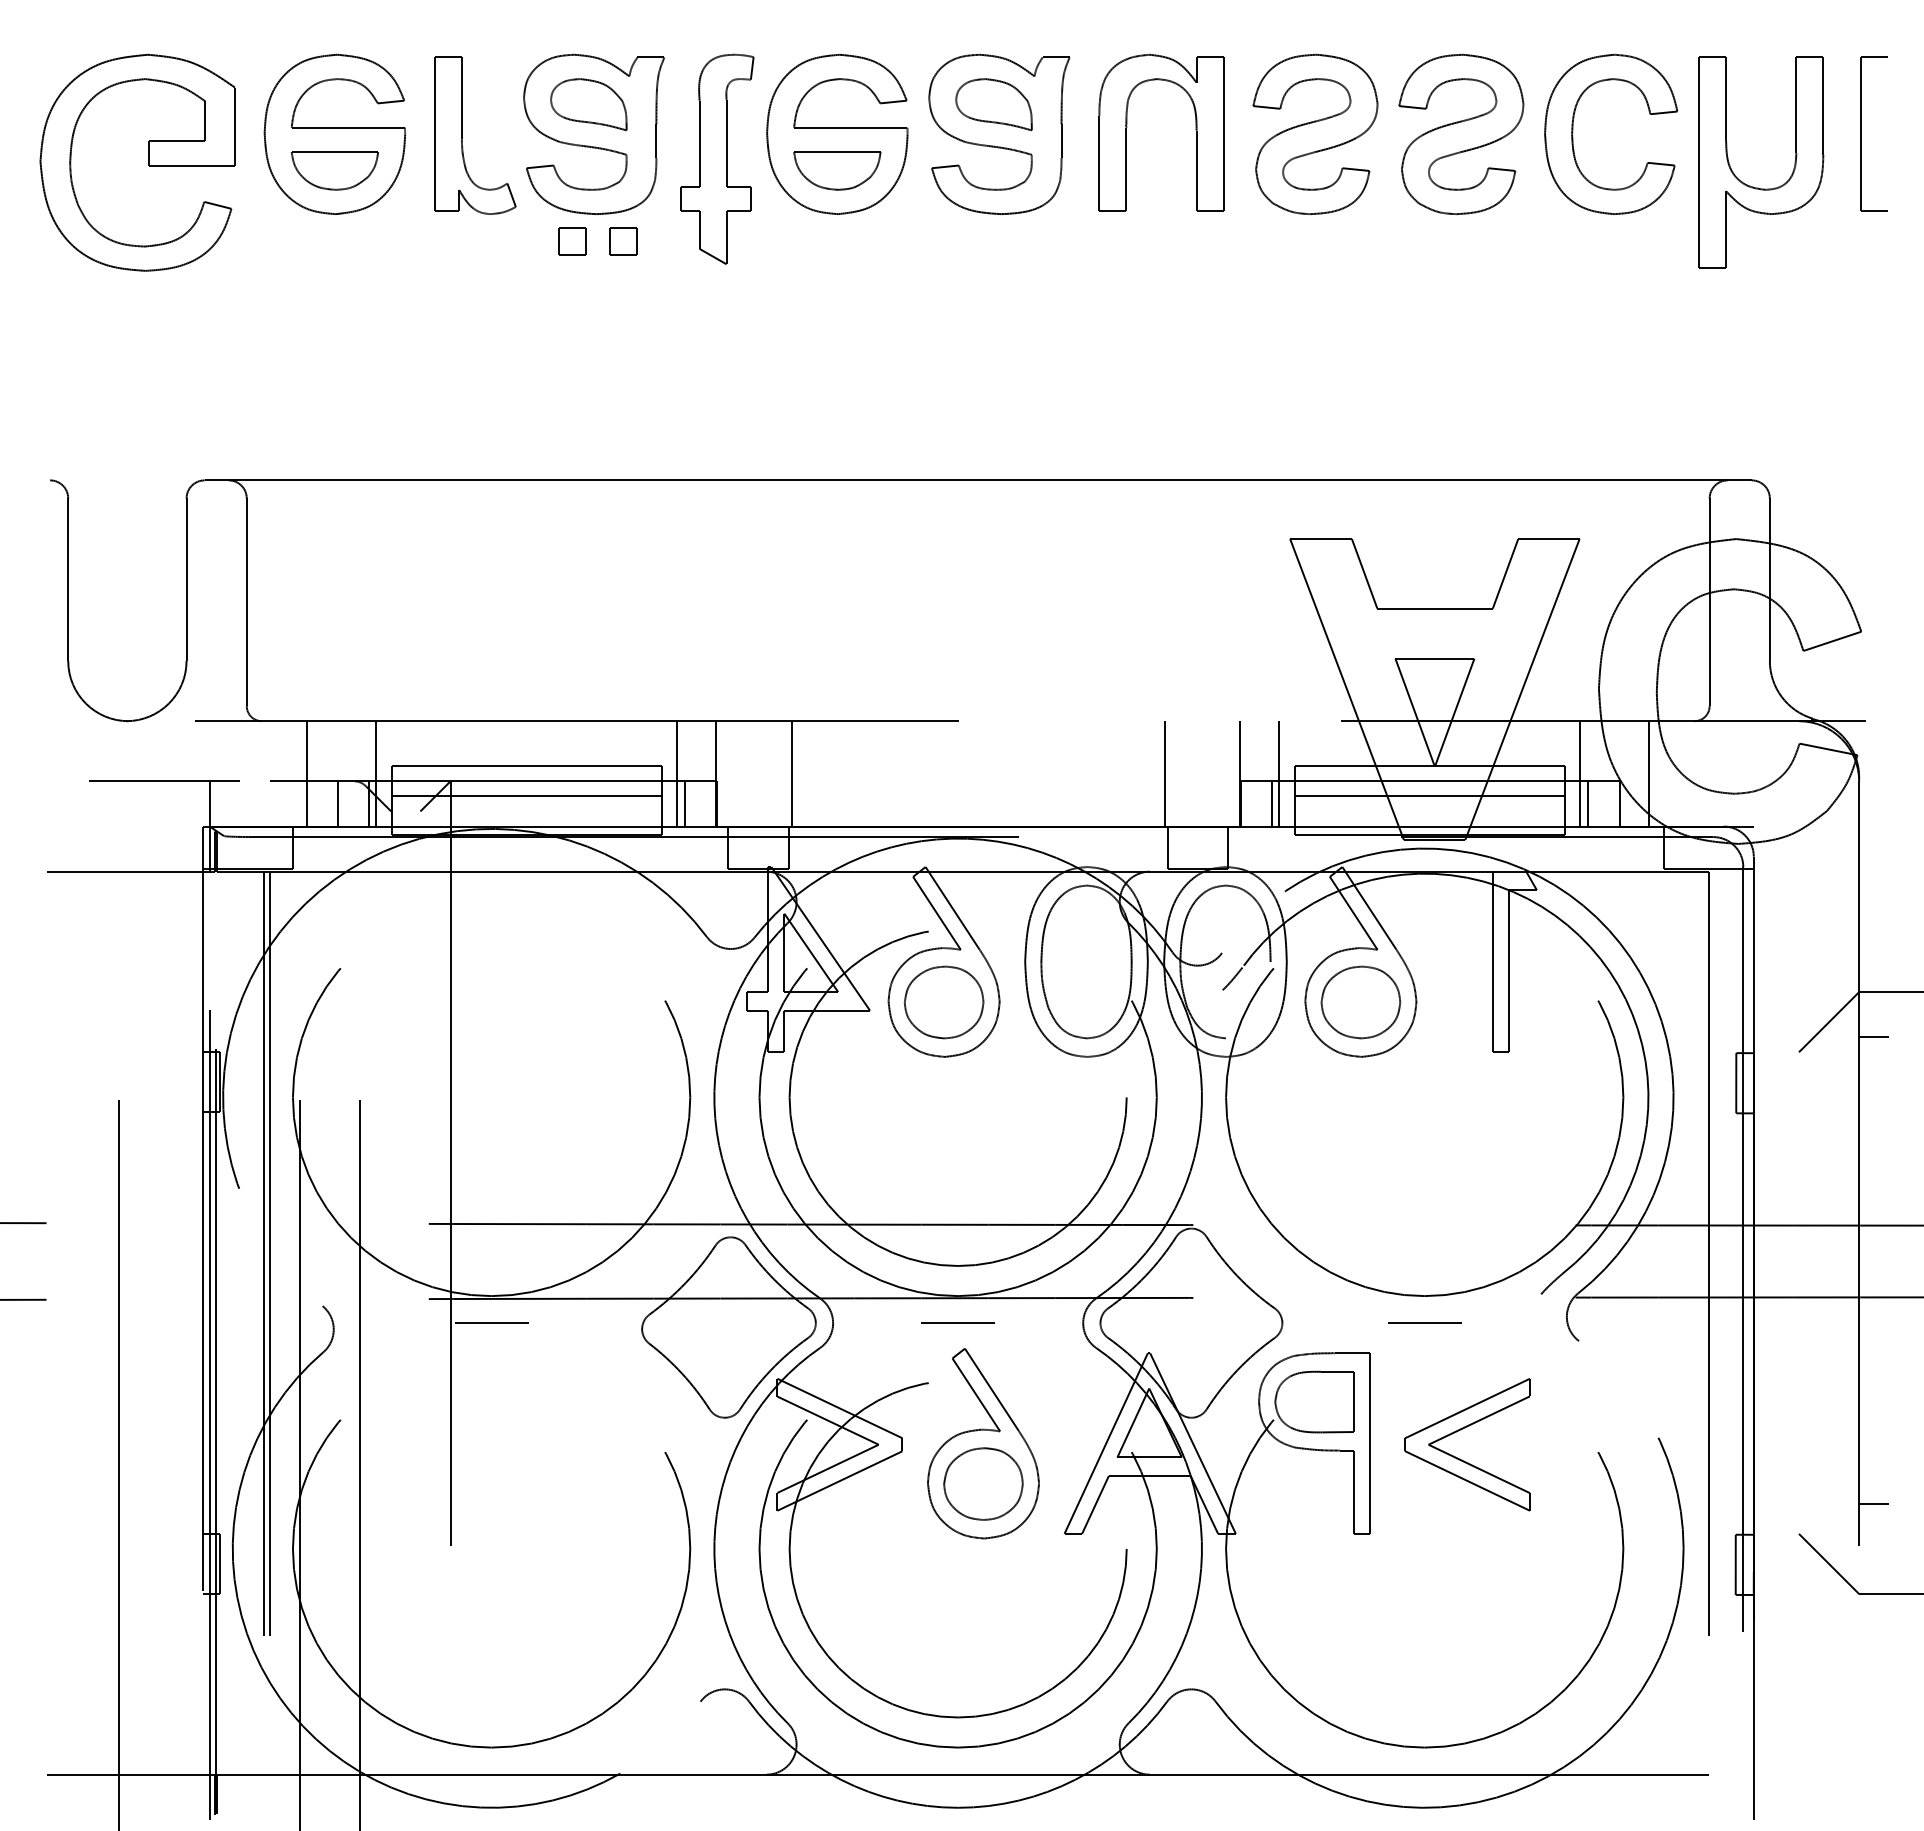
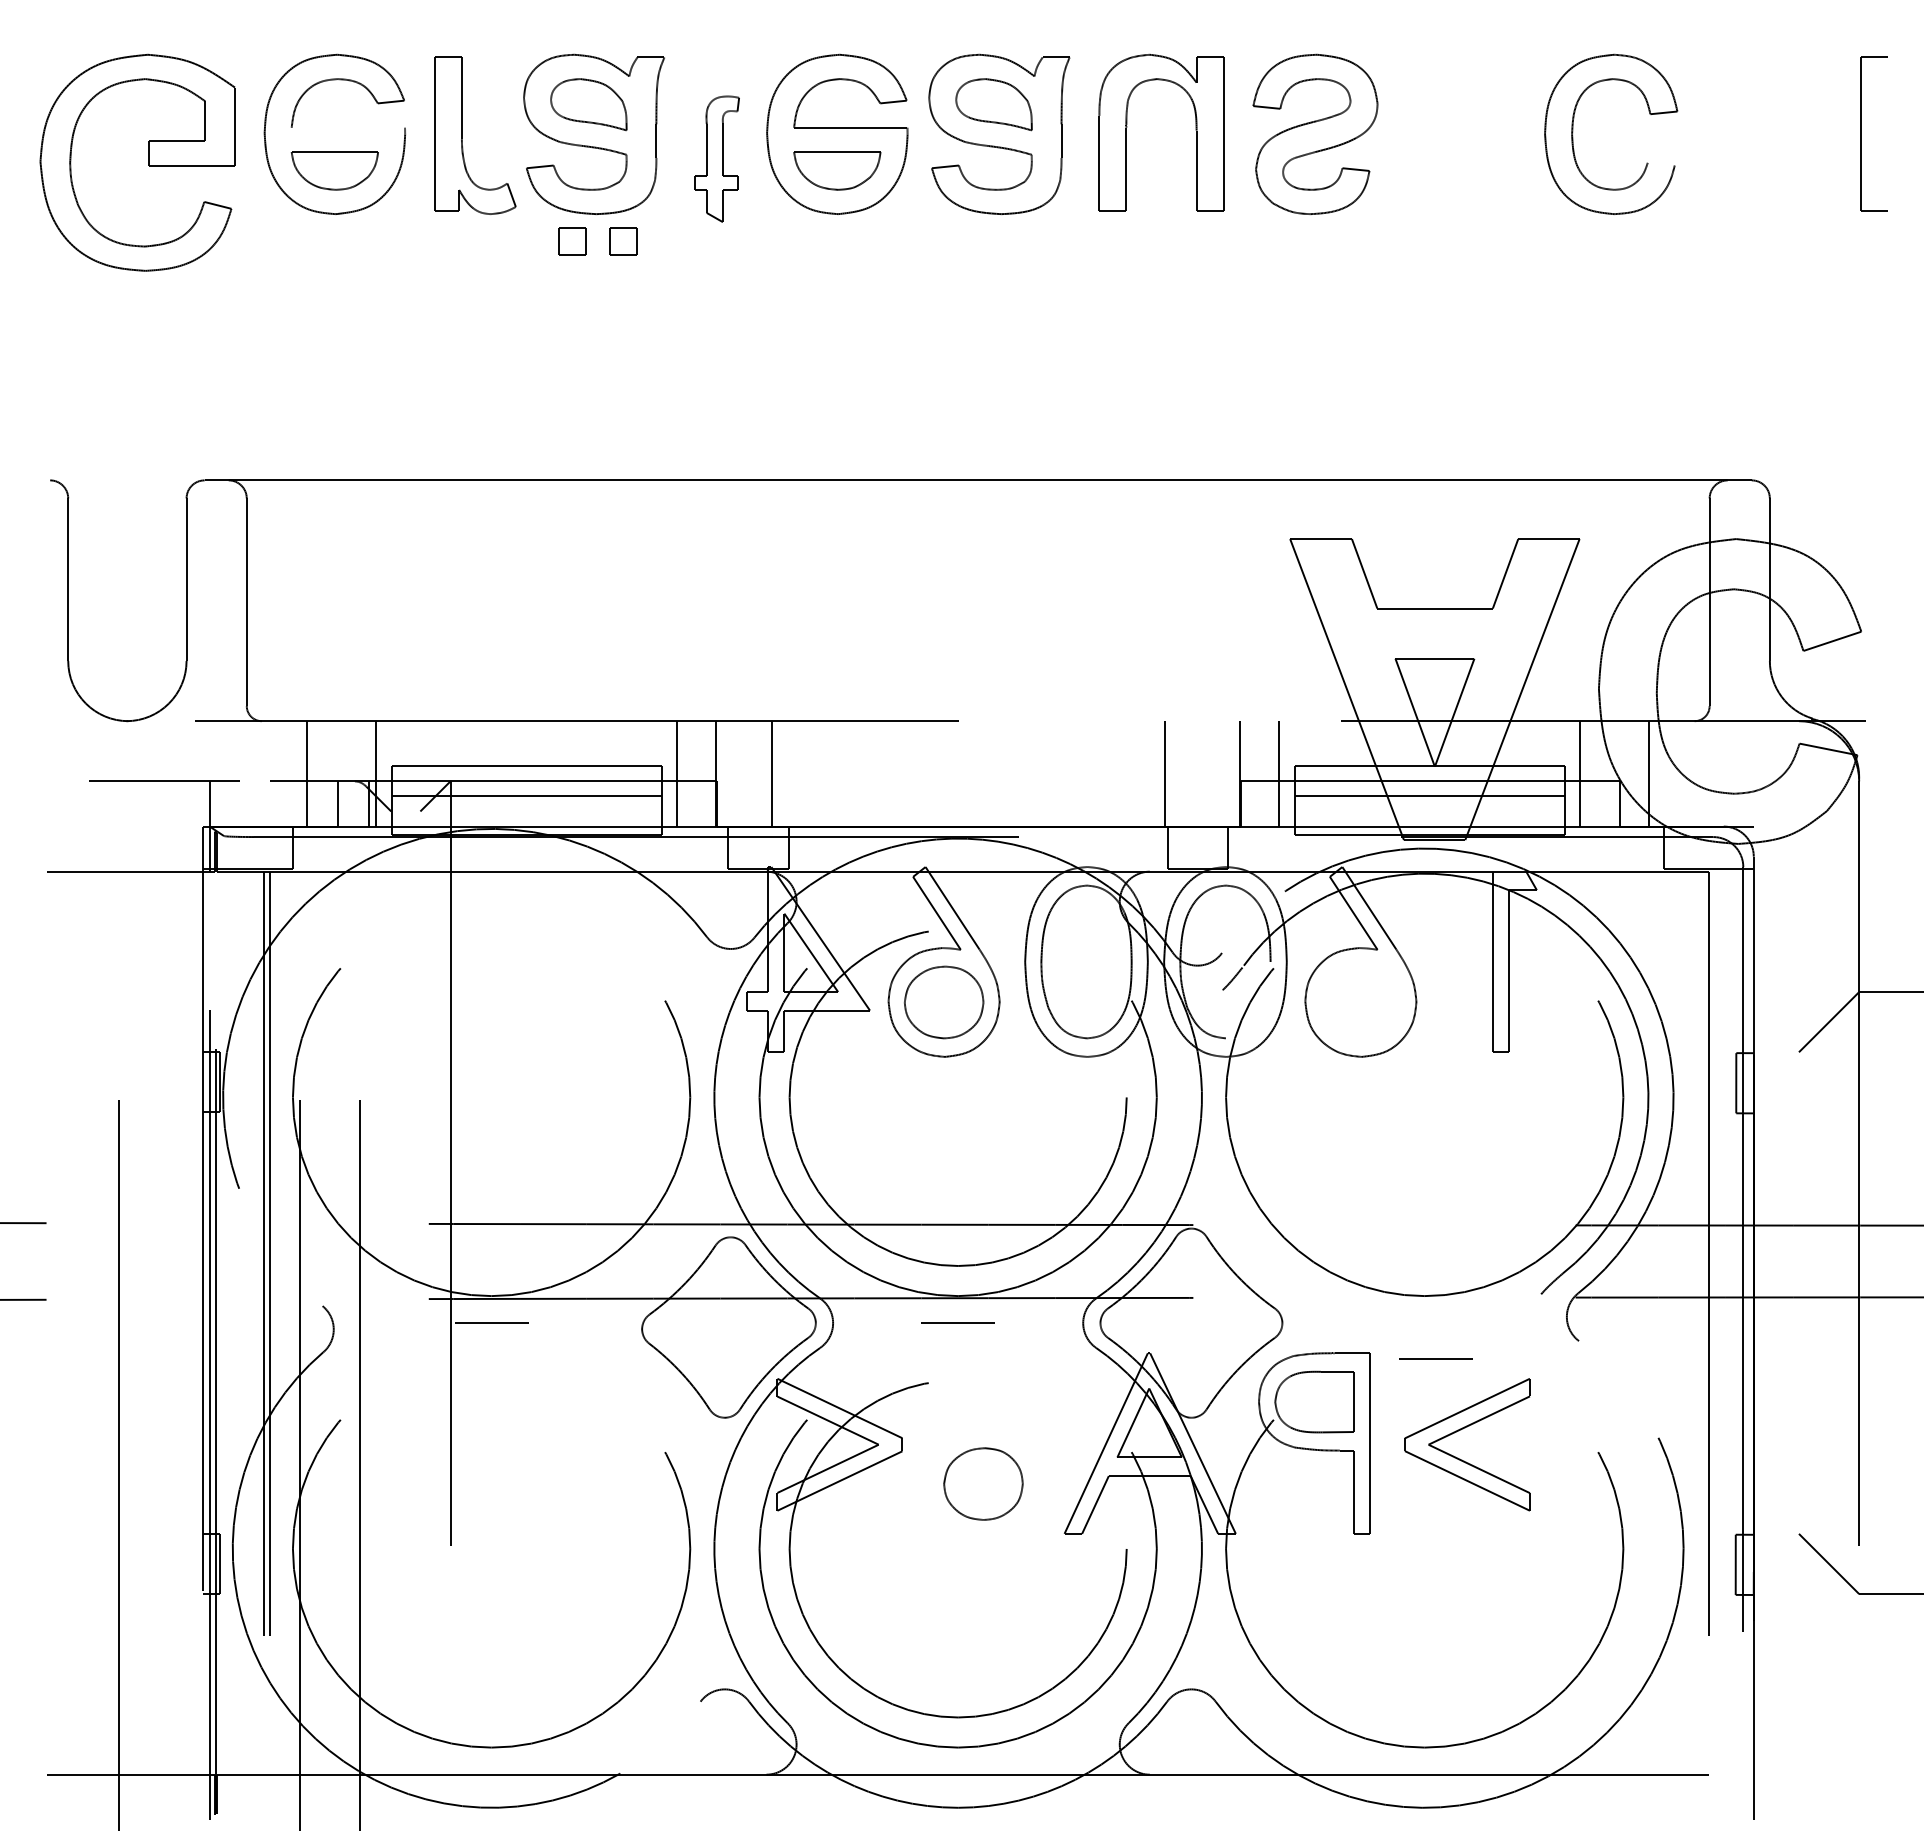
line at (347, 127): present -> none
part at (1461, 133): present -> none
part at (717, 158) size: 75x212 px -> 46x128 px
line at (1660, 163): present -> none
part at (1758, 187): present -> none
line at (791, 773) position: (791, 773) -> (771, 773)
line at (684, 803): present -> none
line at (1271, 803): present -> none
line at (1587, 803): present -> none
part at (1360, 1002): present -> none
line at (1874, 1037): present -> none
line at (1424, 1322) position: (1424, 1322) -> (1435, 1358)
part at (983, 1443): present -> none
line at (1874, 1503): present -> none
